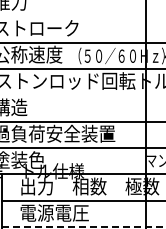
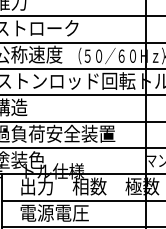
line at (82, 16): none -> present
line at (82, 95): none -> present
line at (84, 227): dashed -> solid
